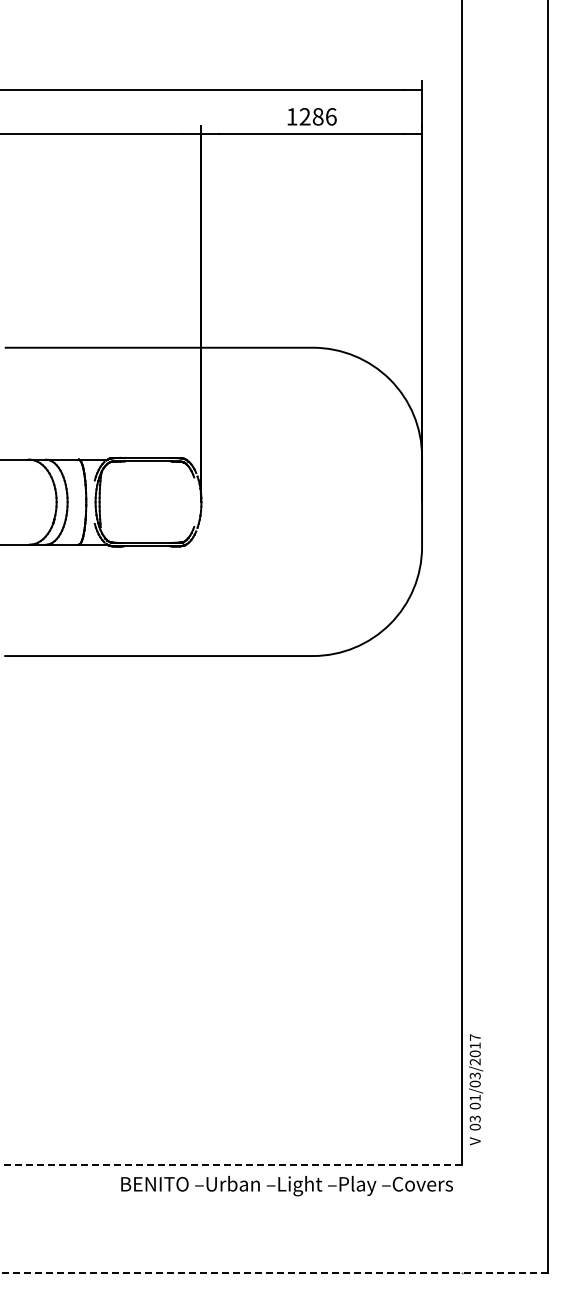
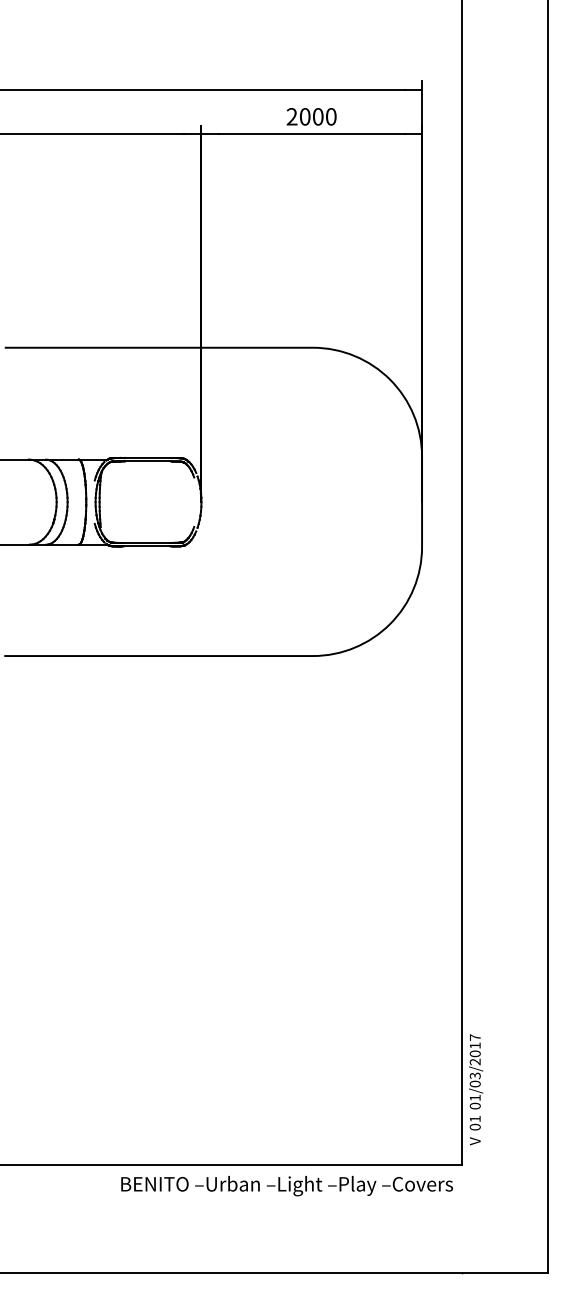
text at (311, 116): 1286 -> 2000
text at (474, 1118): 03 -> 01
line at (231, 1164): dashed -> solid
line at (274, 1272): dashed -> solid
